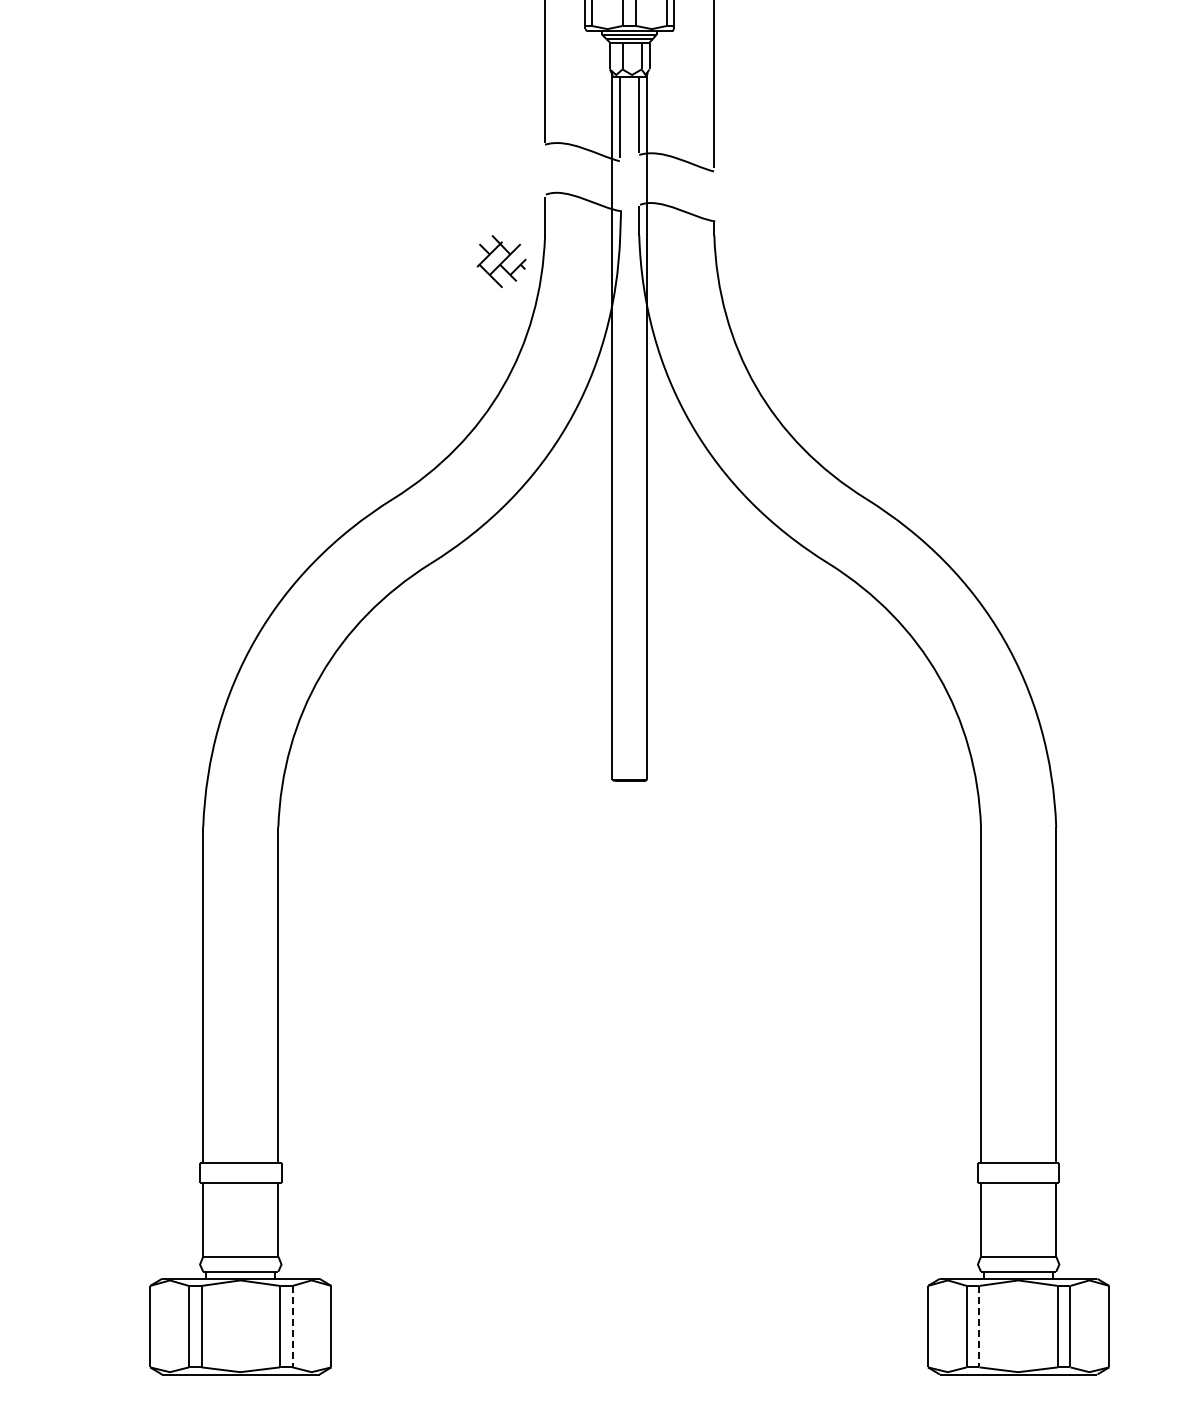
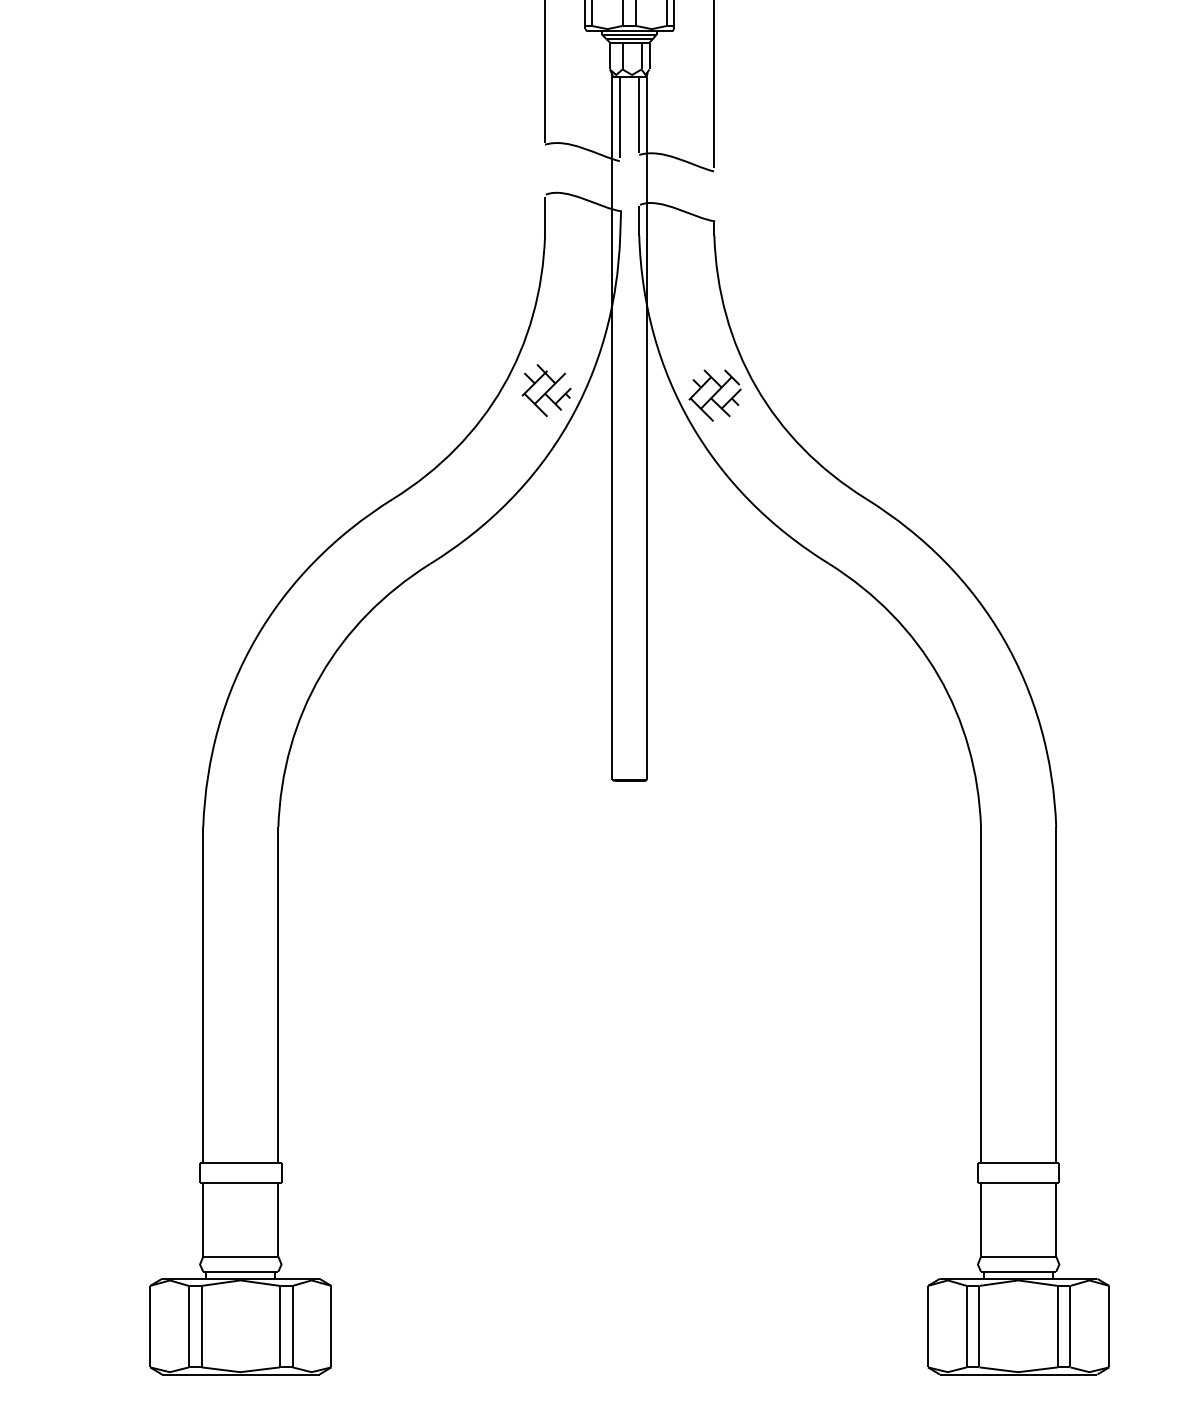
part at (501, 261) position: (501, 261) -> (546, 390)
part at (714, 395): none -> present
line at (292, 1326): dashed -> solid
line at (979, 1326): dashed -> solid
